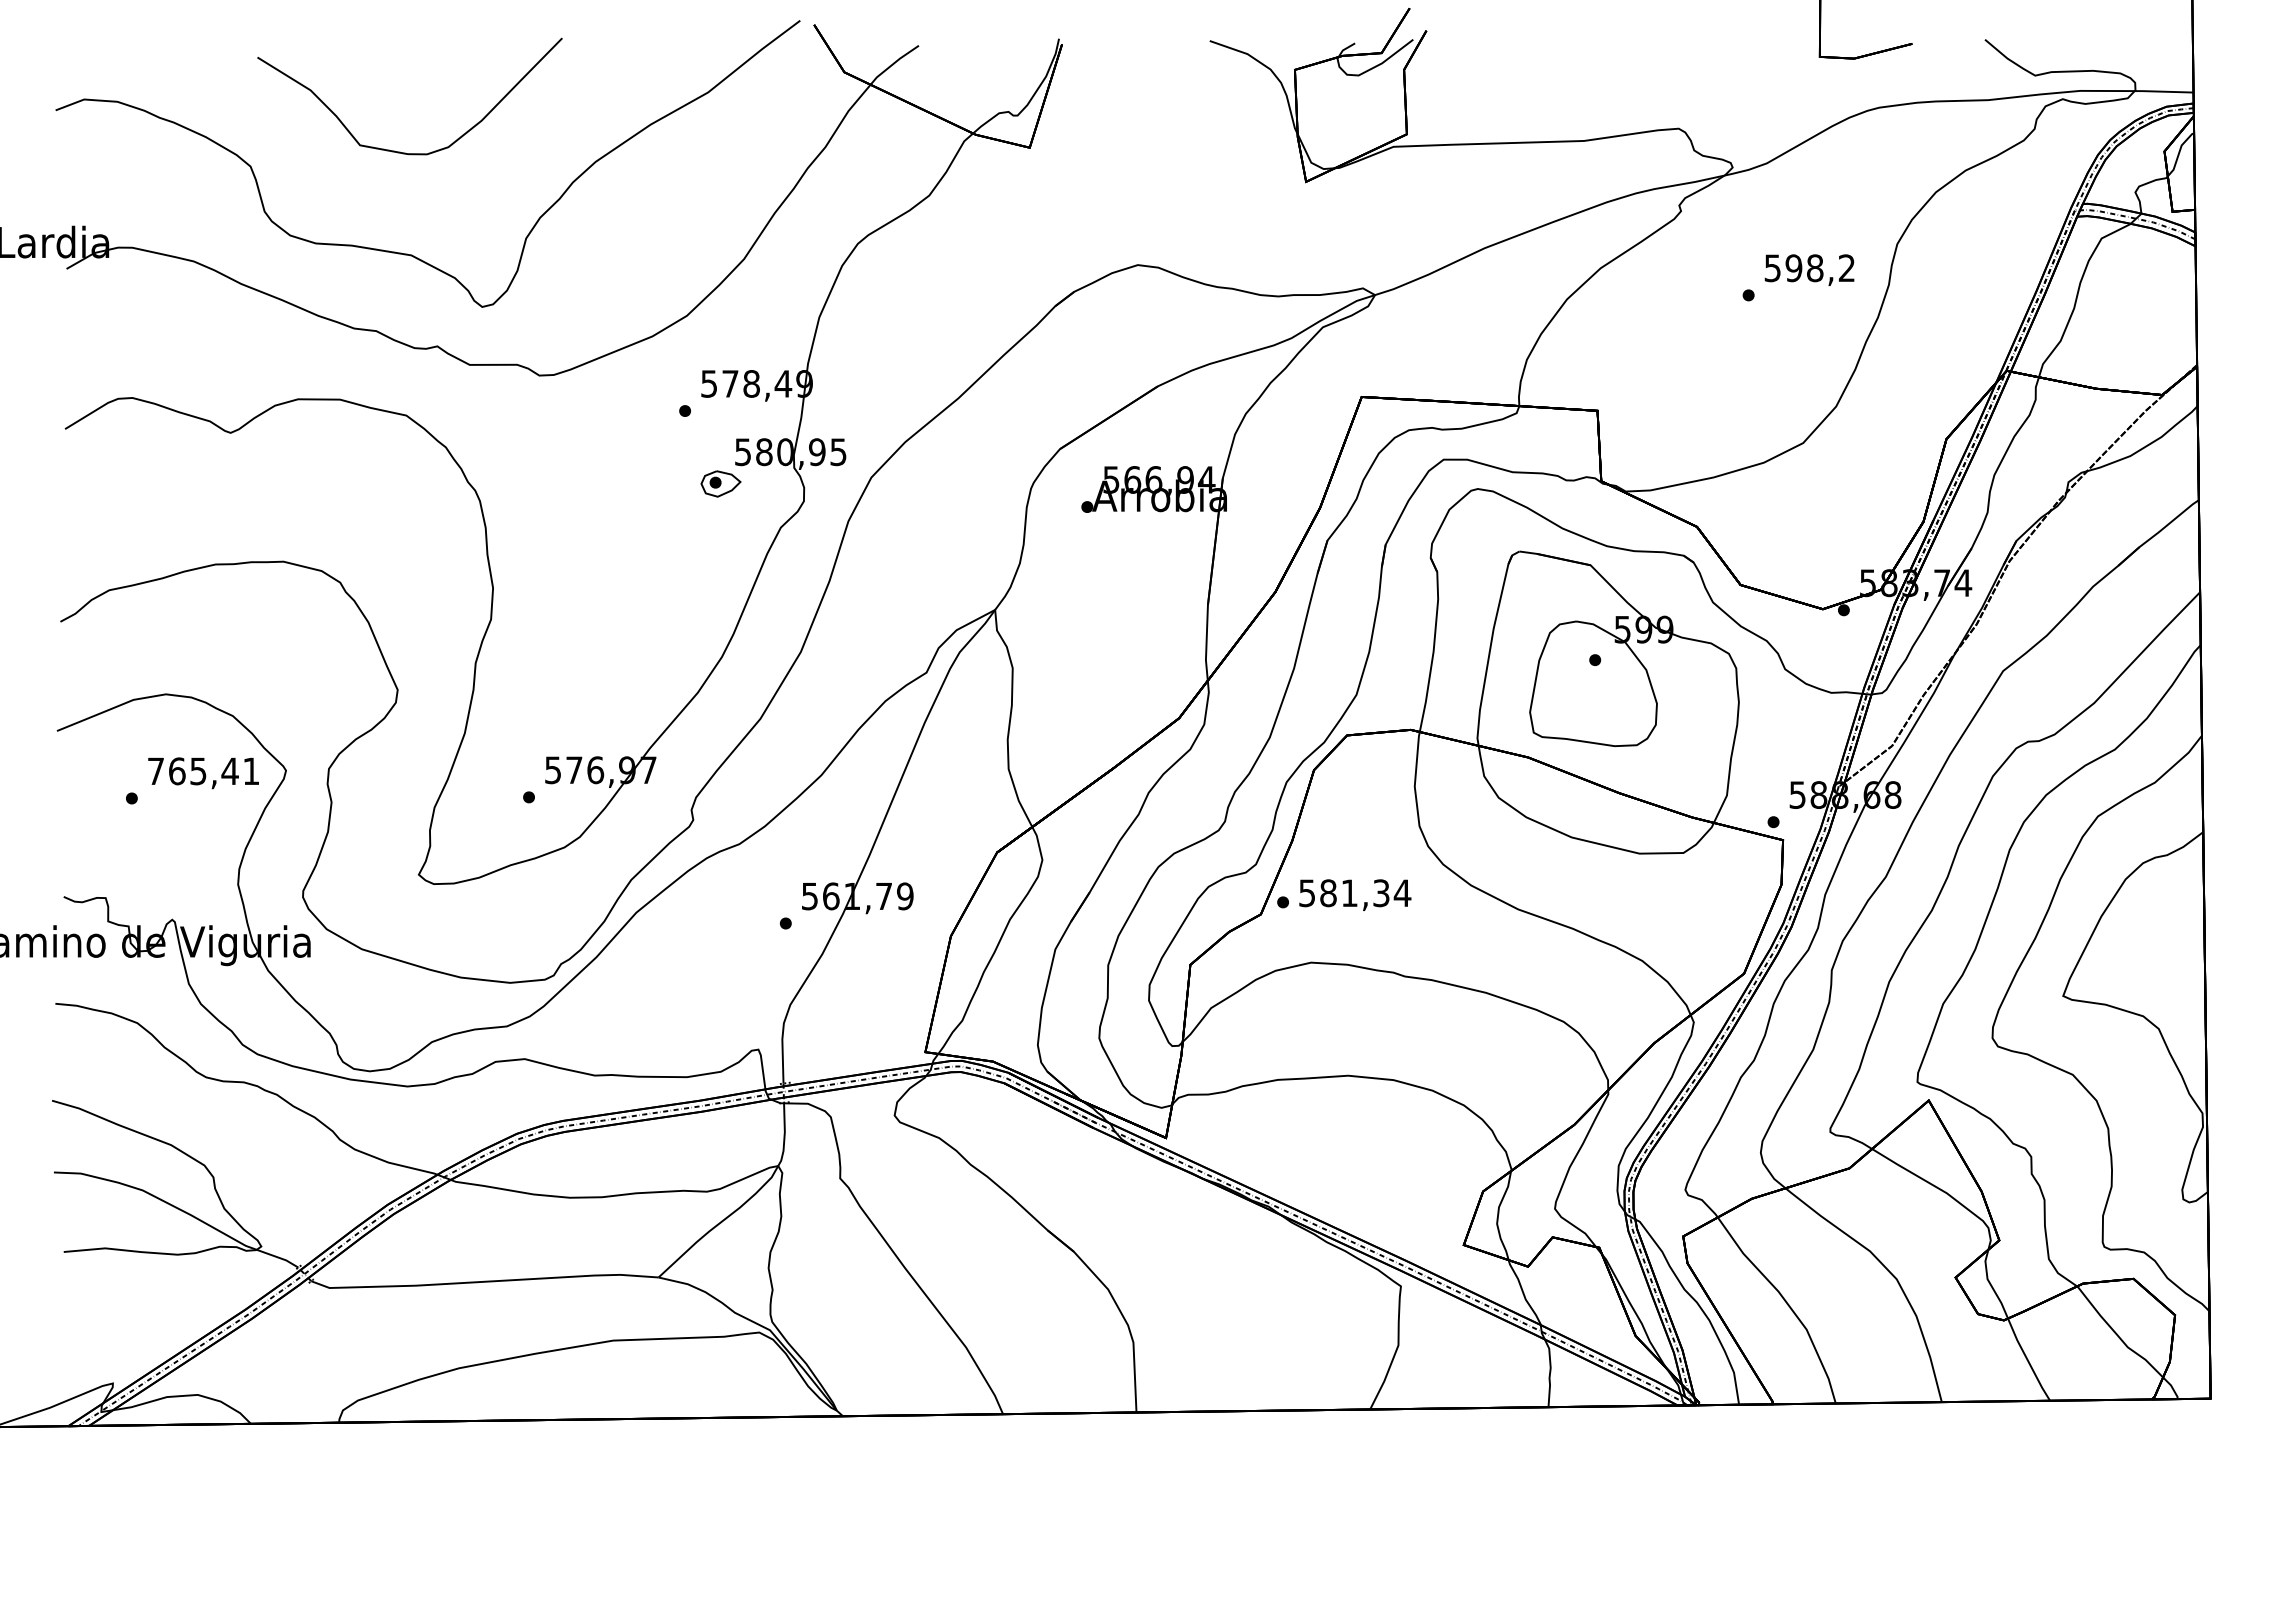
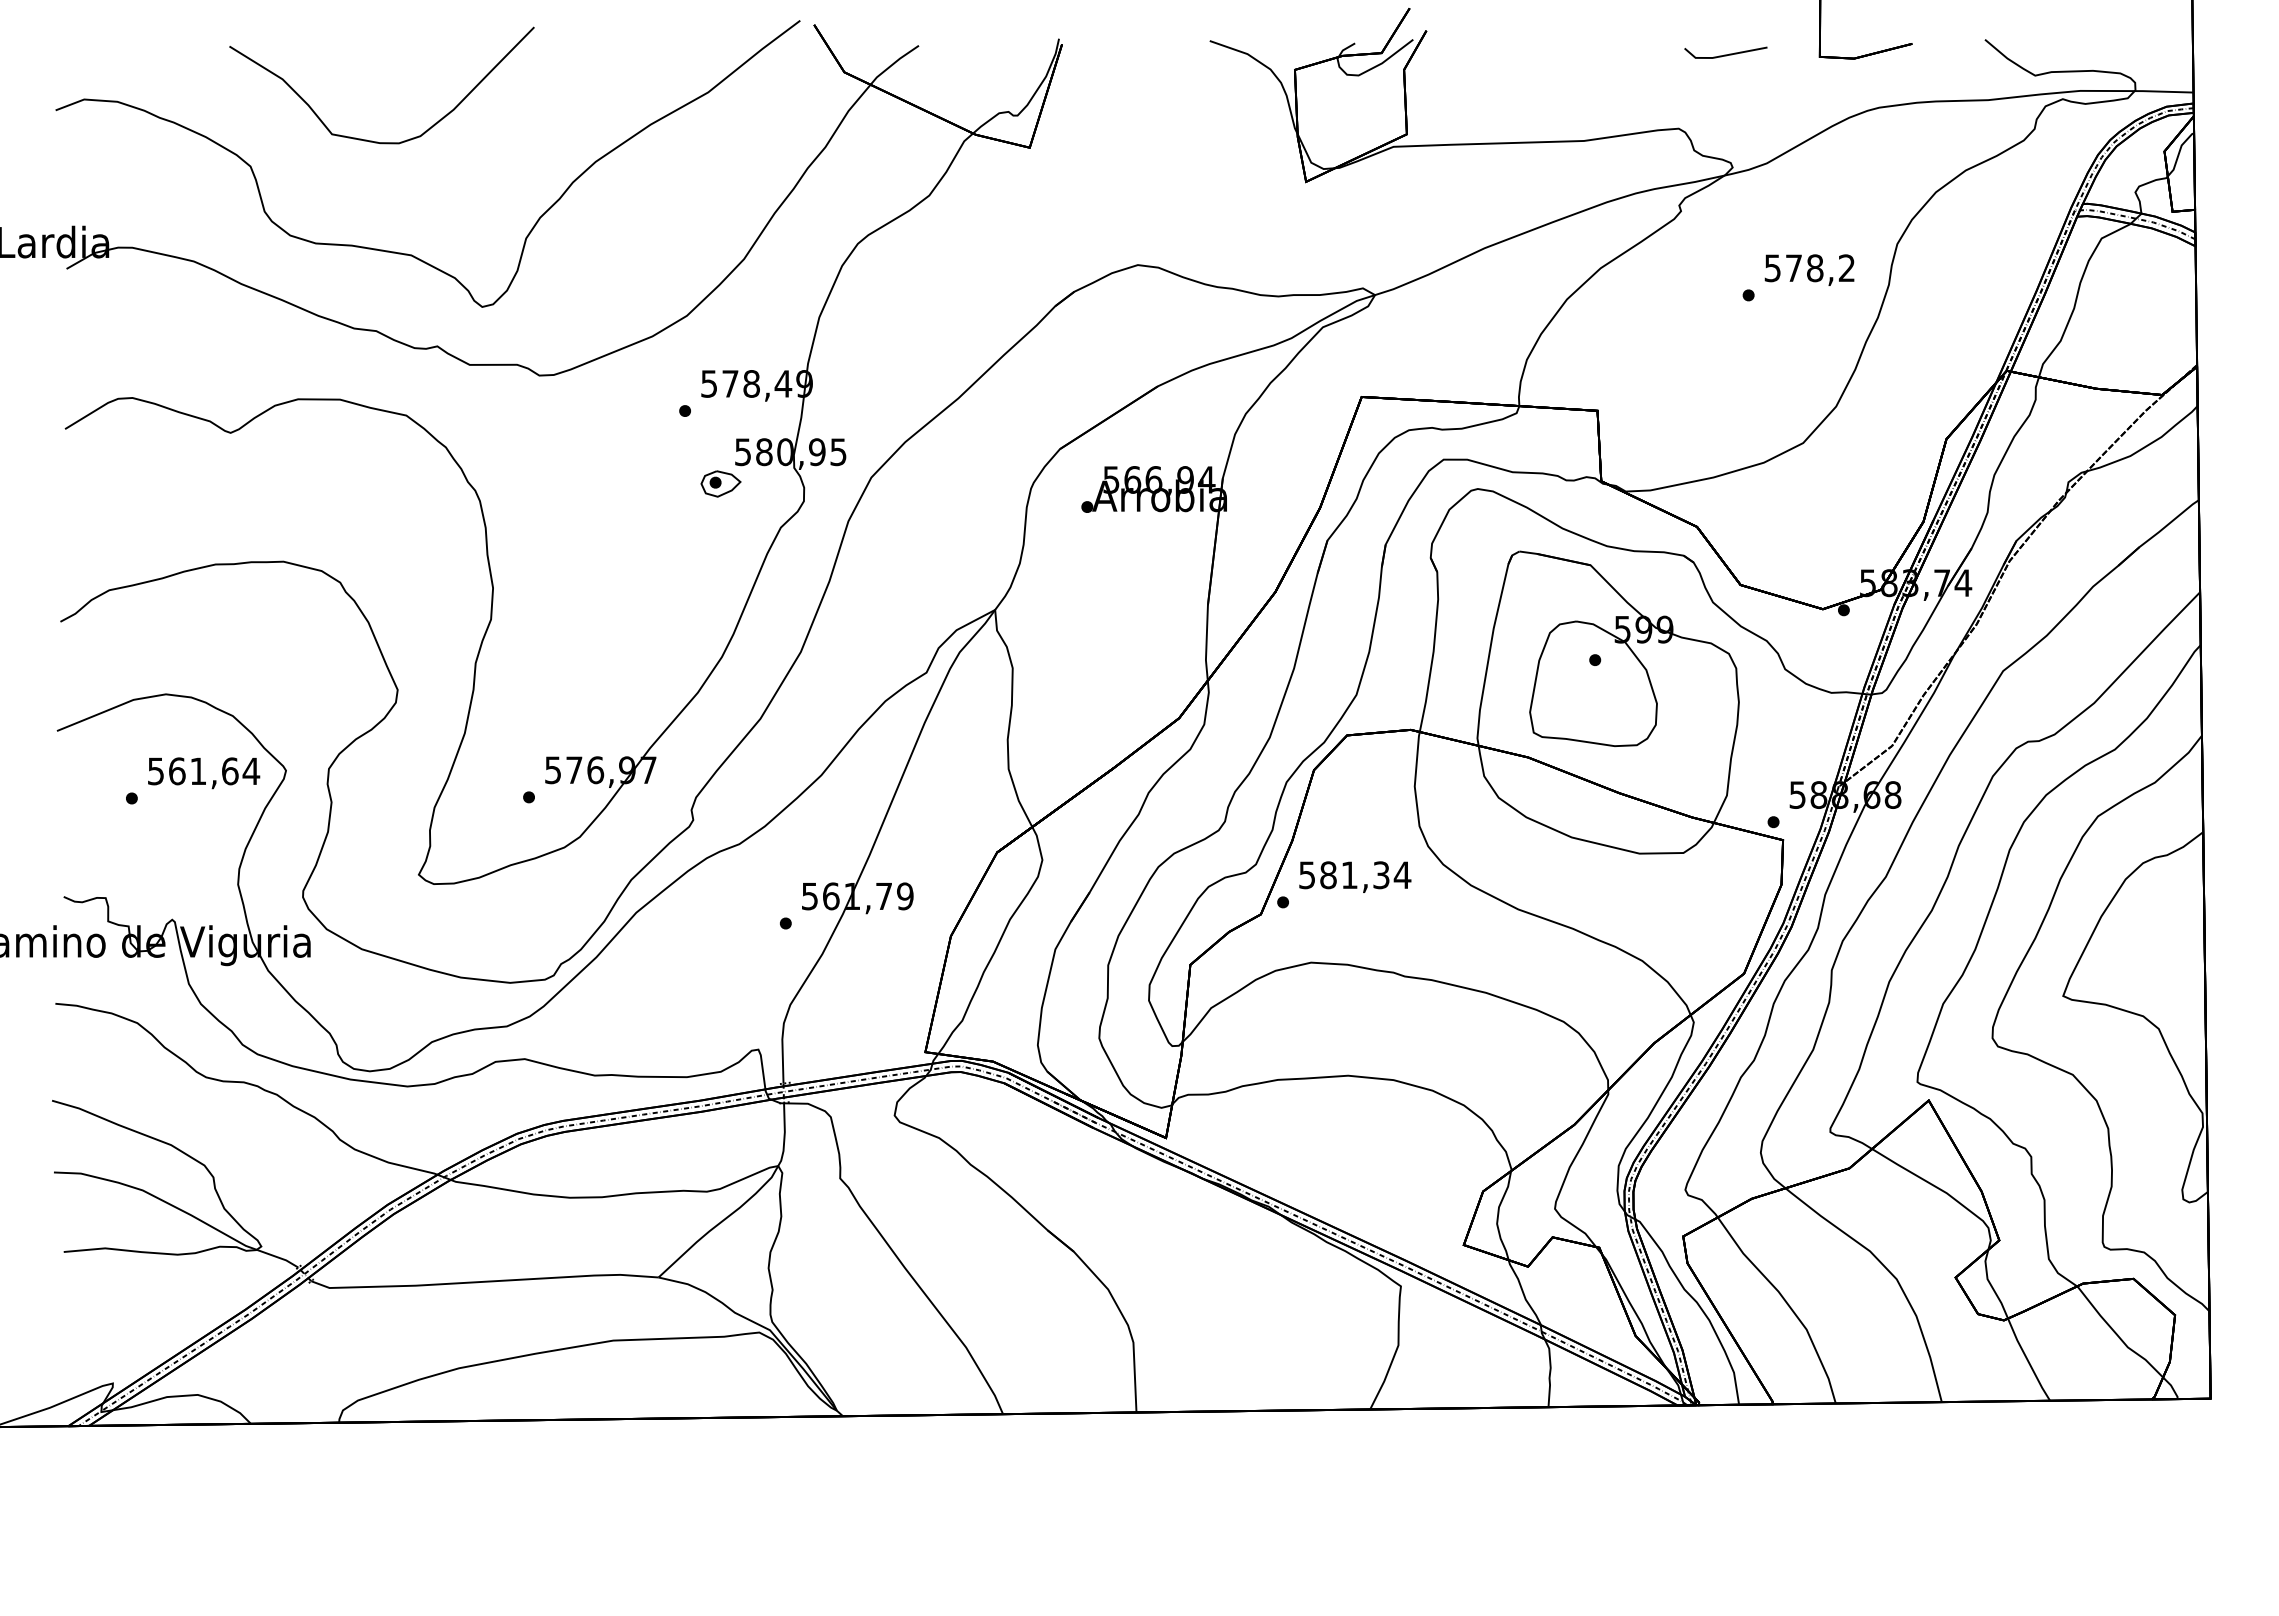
line at (1725, 54): none -> present
curve at (400, 151) position: (400, 151) -> (372, 140)
text at (1793, 268): 598,2 -> 578,2
text at (204, 771): 765,41 -> 561,64
text at (1355, 894) position: (1355, 894) -> (1355, 876)
